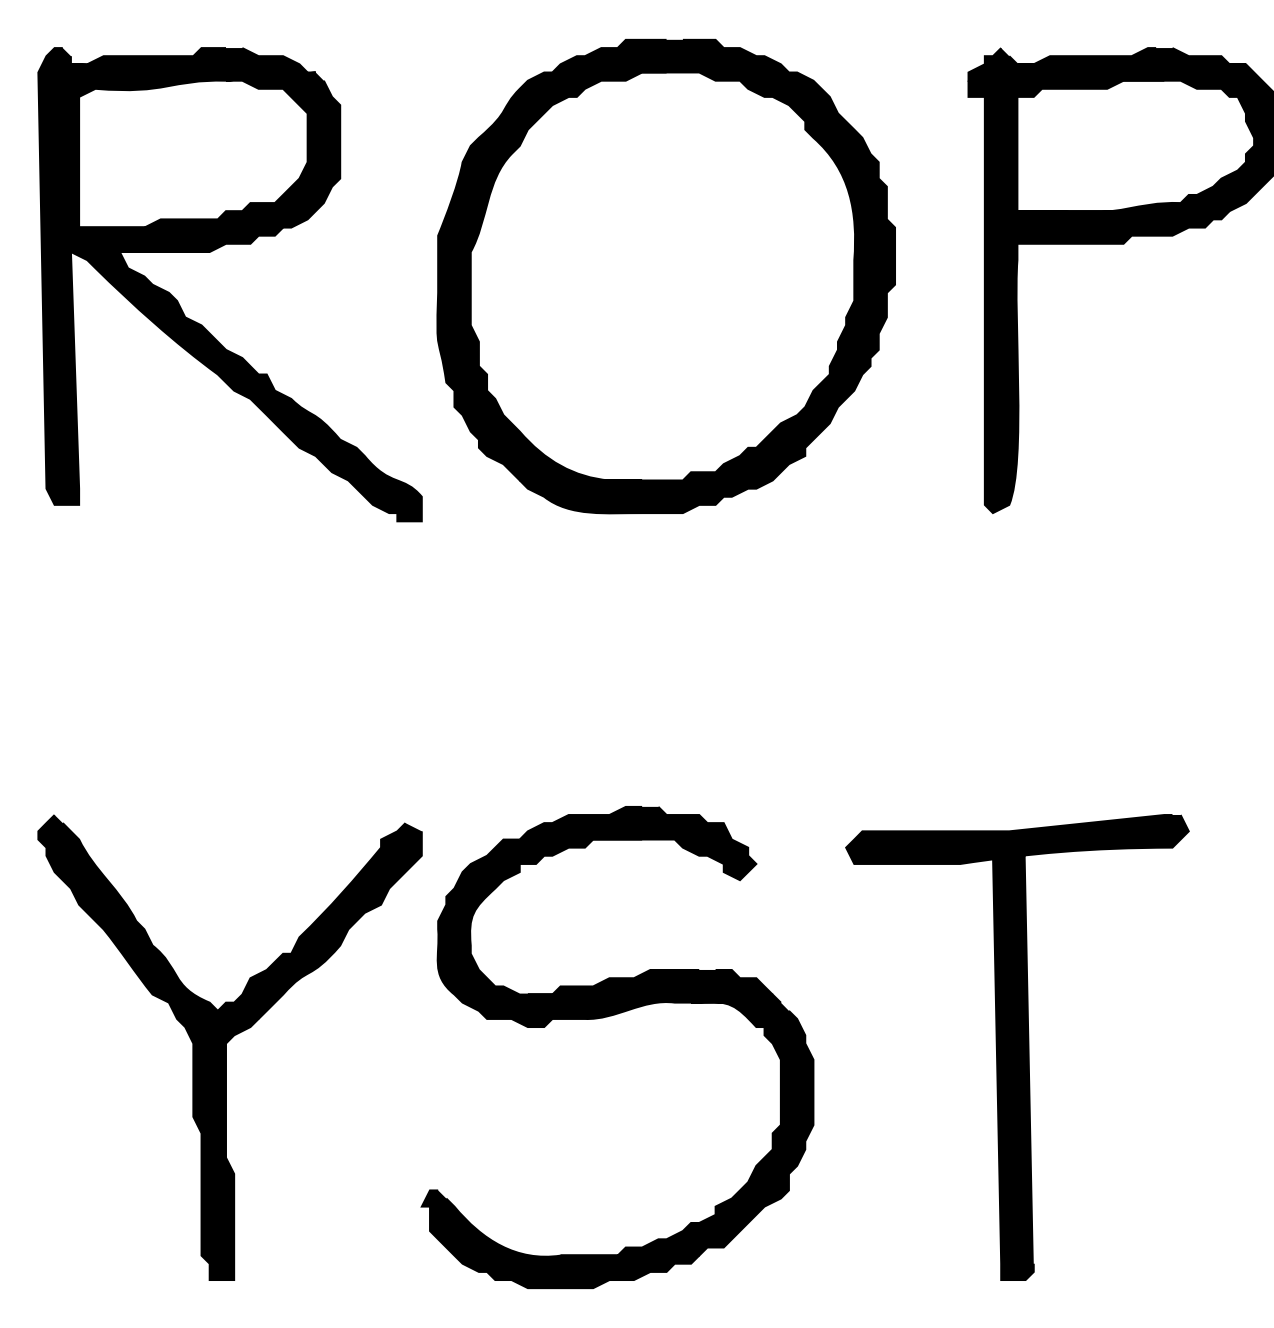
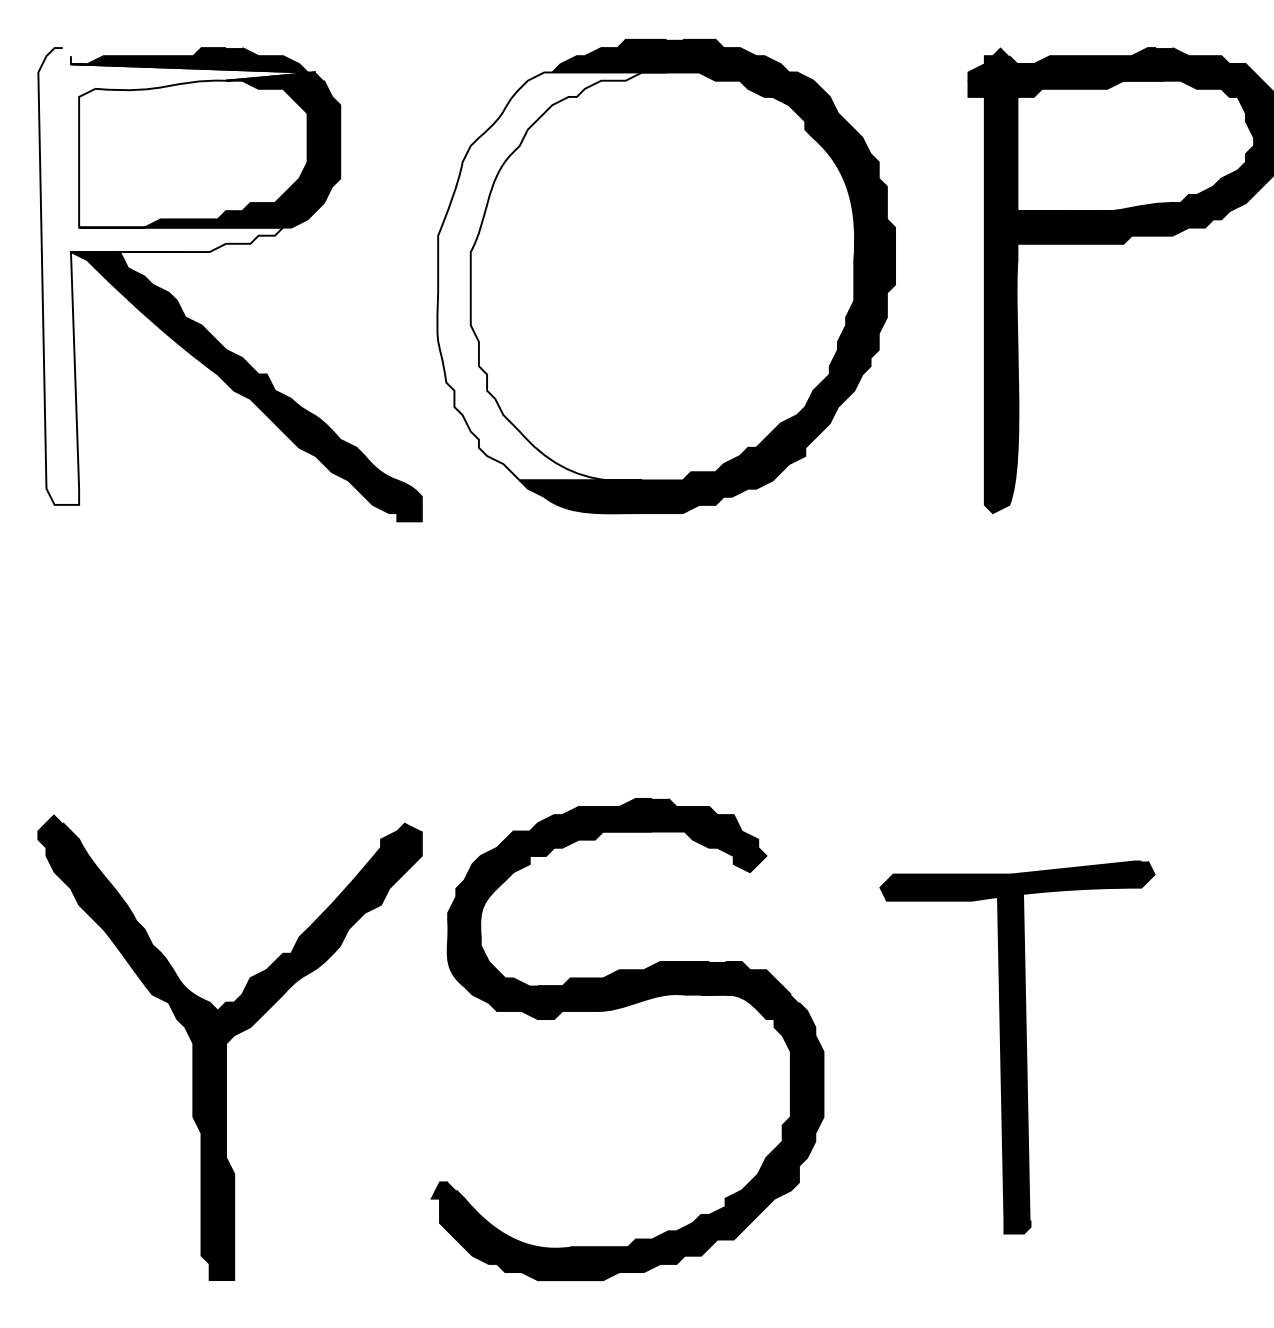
fill at (176, 276): present -> none
fill at (551, 276): present -> none
part at (611, 1016) position: (611, 1016) -> (621, 1008)
part at (1017, 1047) size: 345x467 px -> 277x375 px
